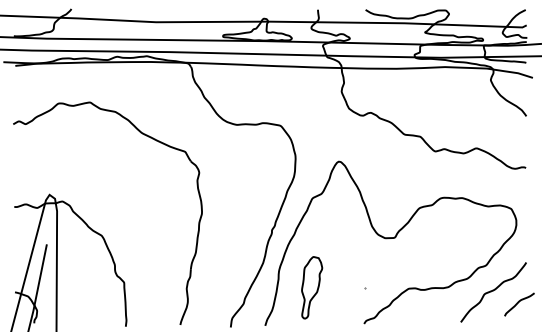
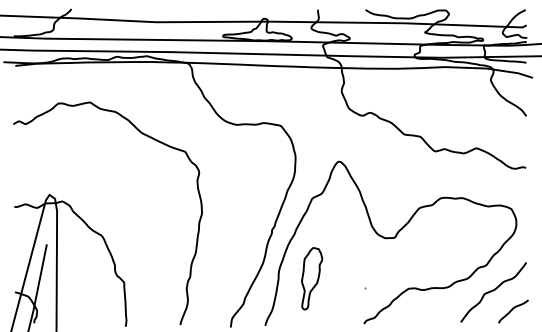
part at (312, 287) position: (312, 287) -> (312, 278)
curve at (518, 303) position: (518, 303) -> (512, 310)
